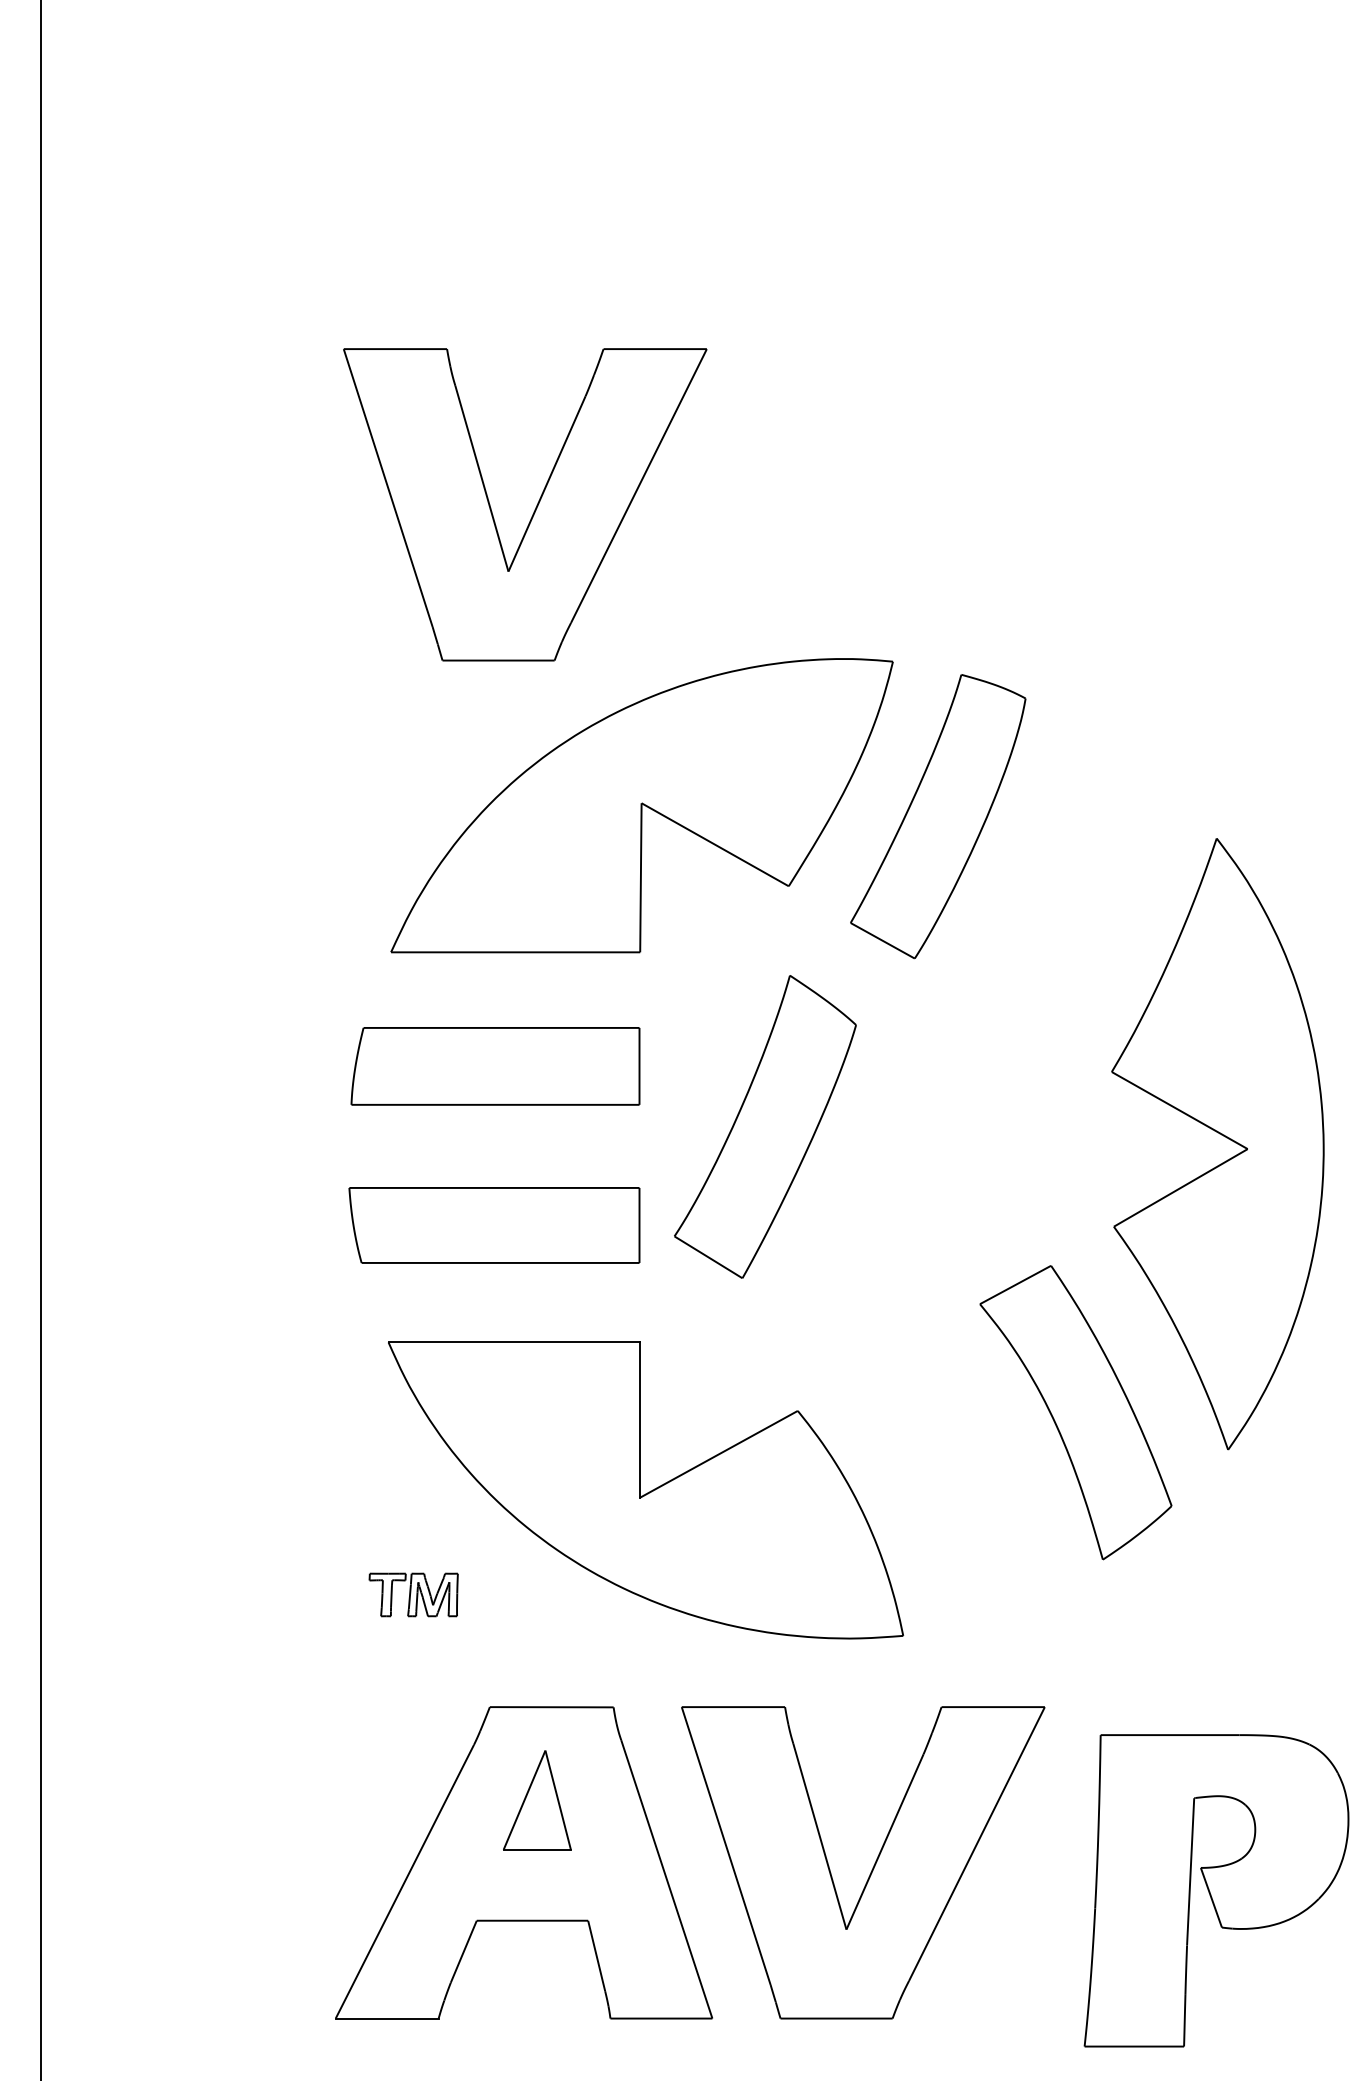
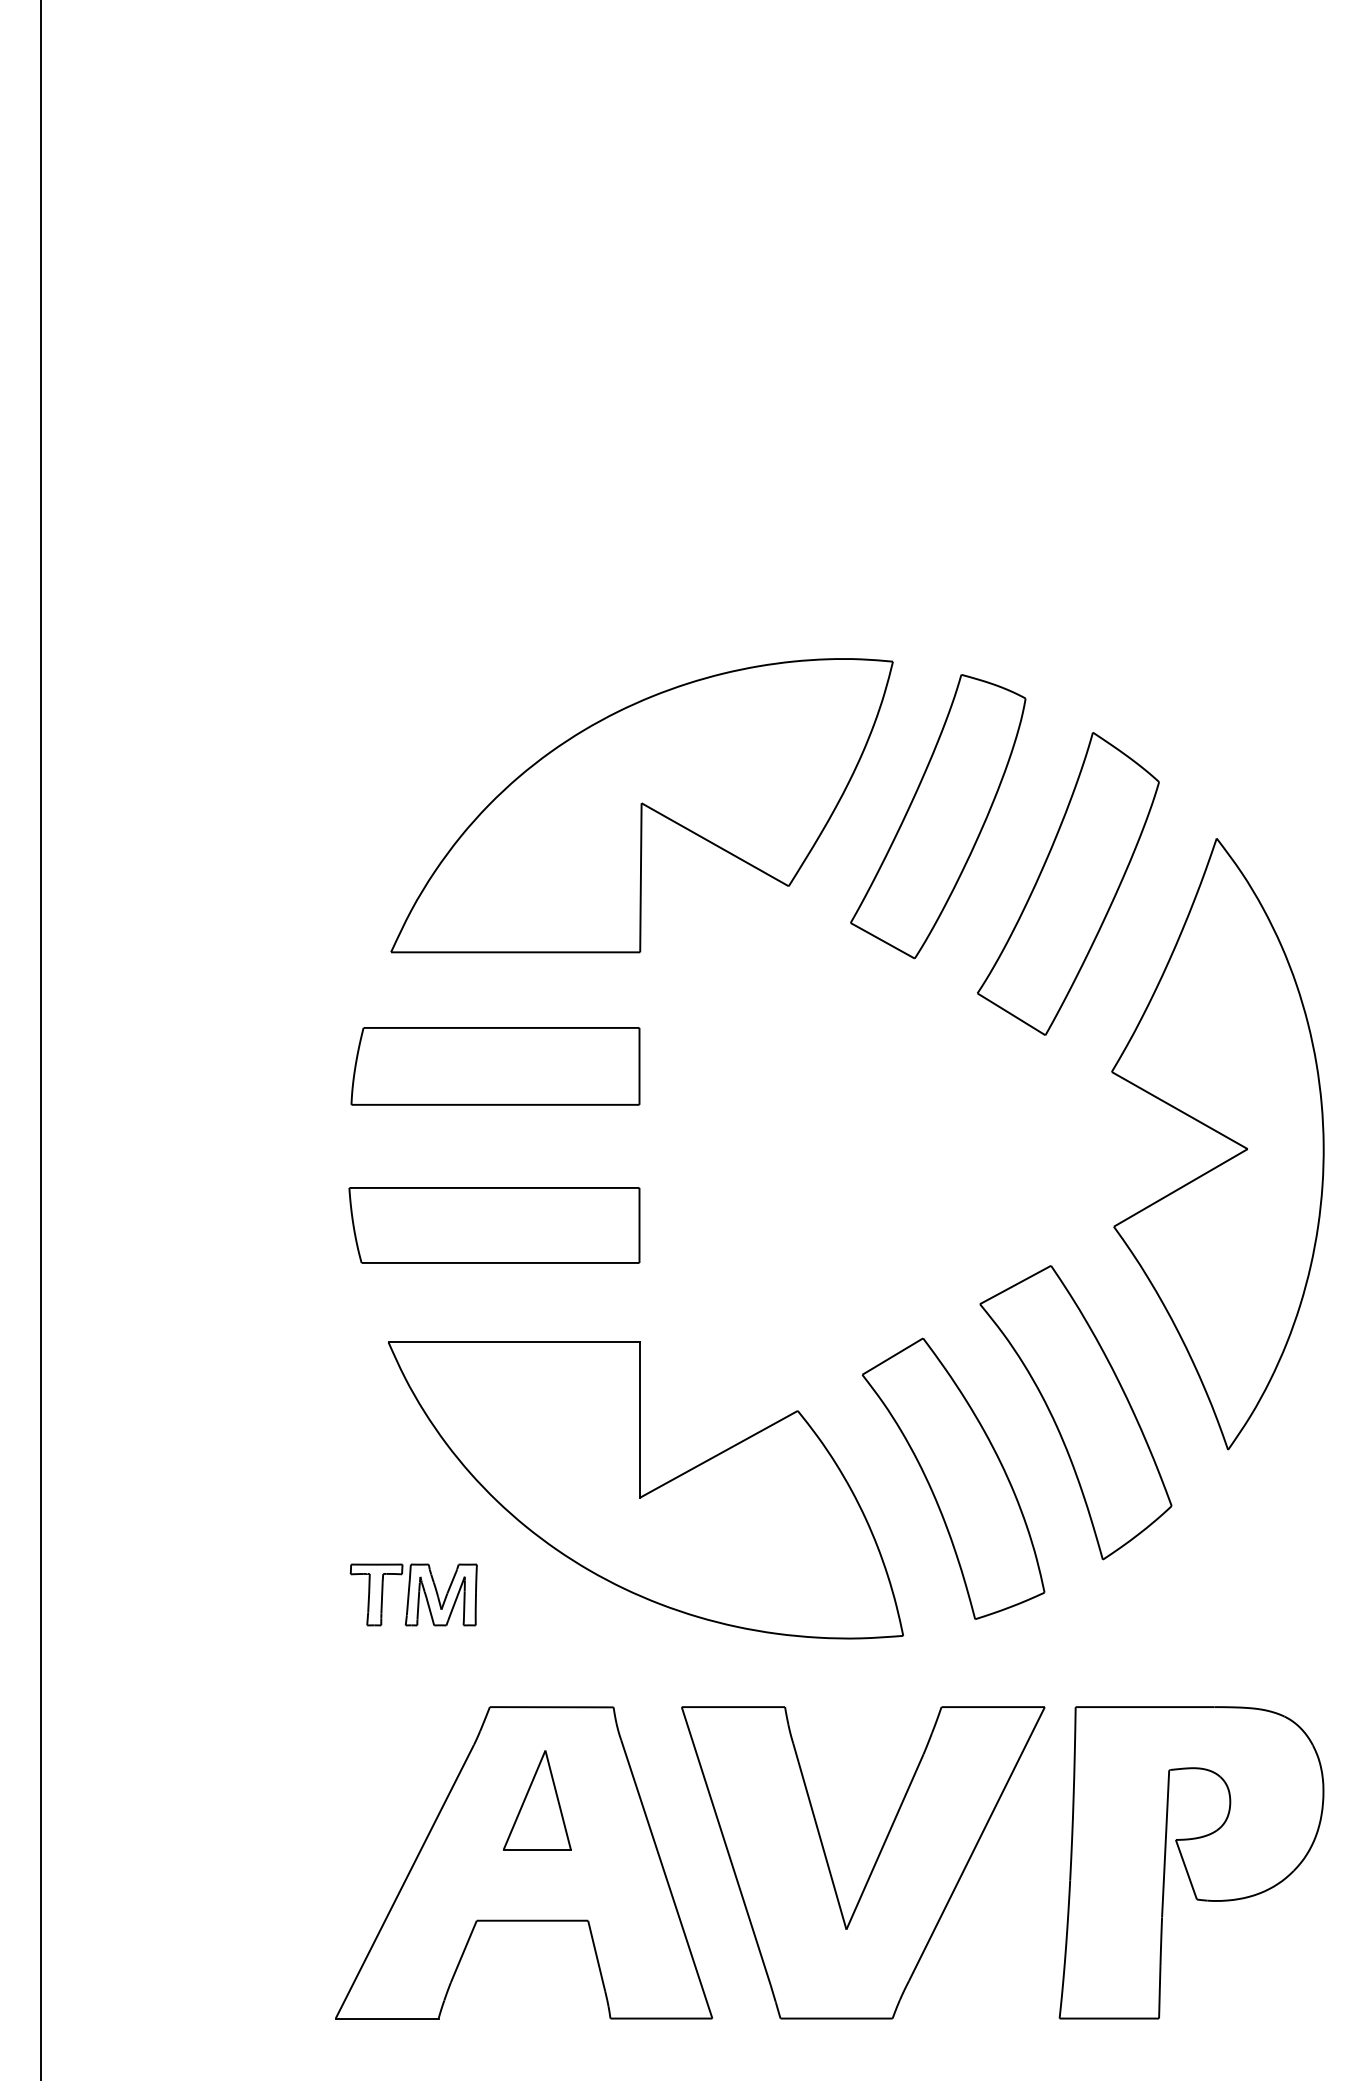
part at (534, 509): present -> none
part at (765, 1126) position: (765, 1126) -> (1068, 883)
part at (953, 1478): none -> present
part at (413, 1594) size: 91x46 px -> 129x64 px
part at (1216, 1890) position: (1216, 1890) -> (1191, 1862)
